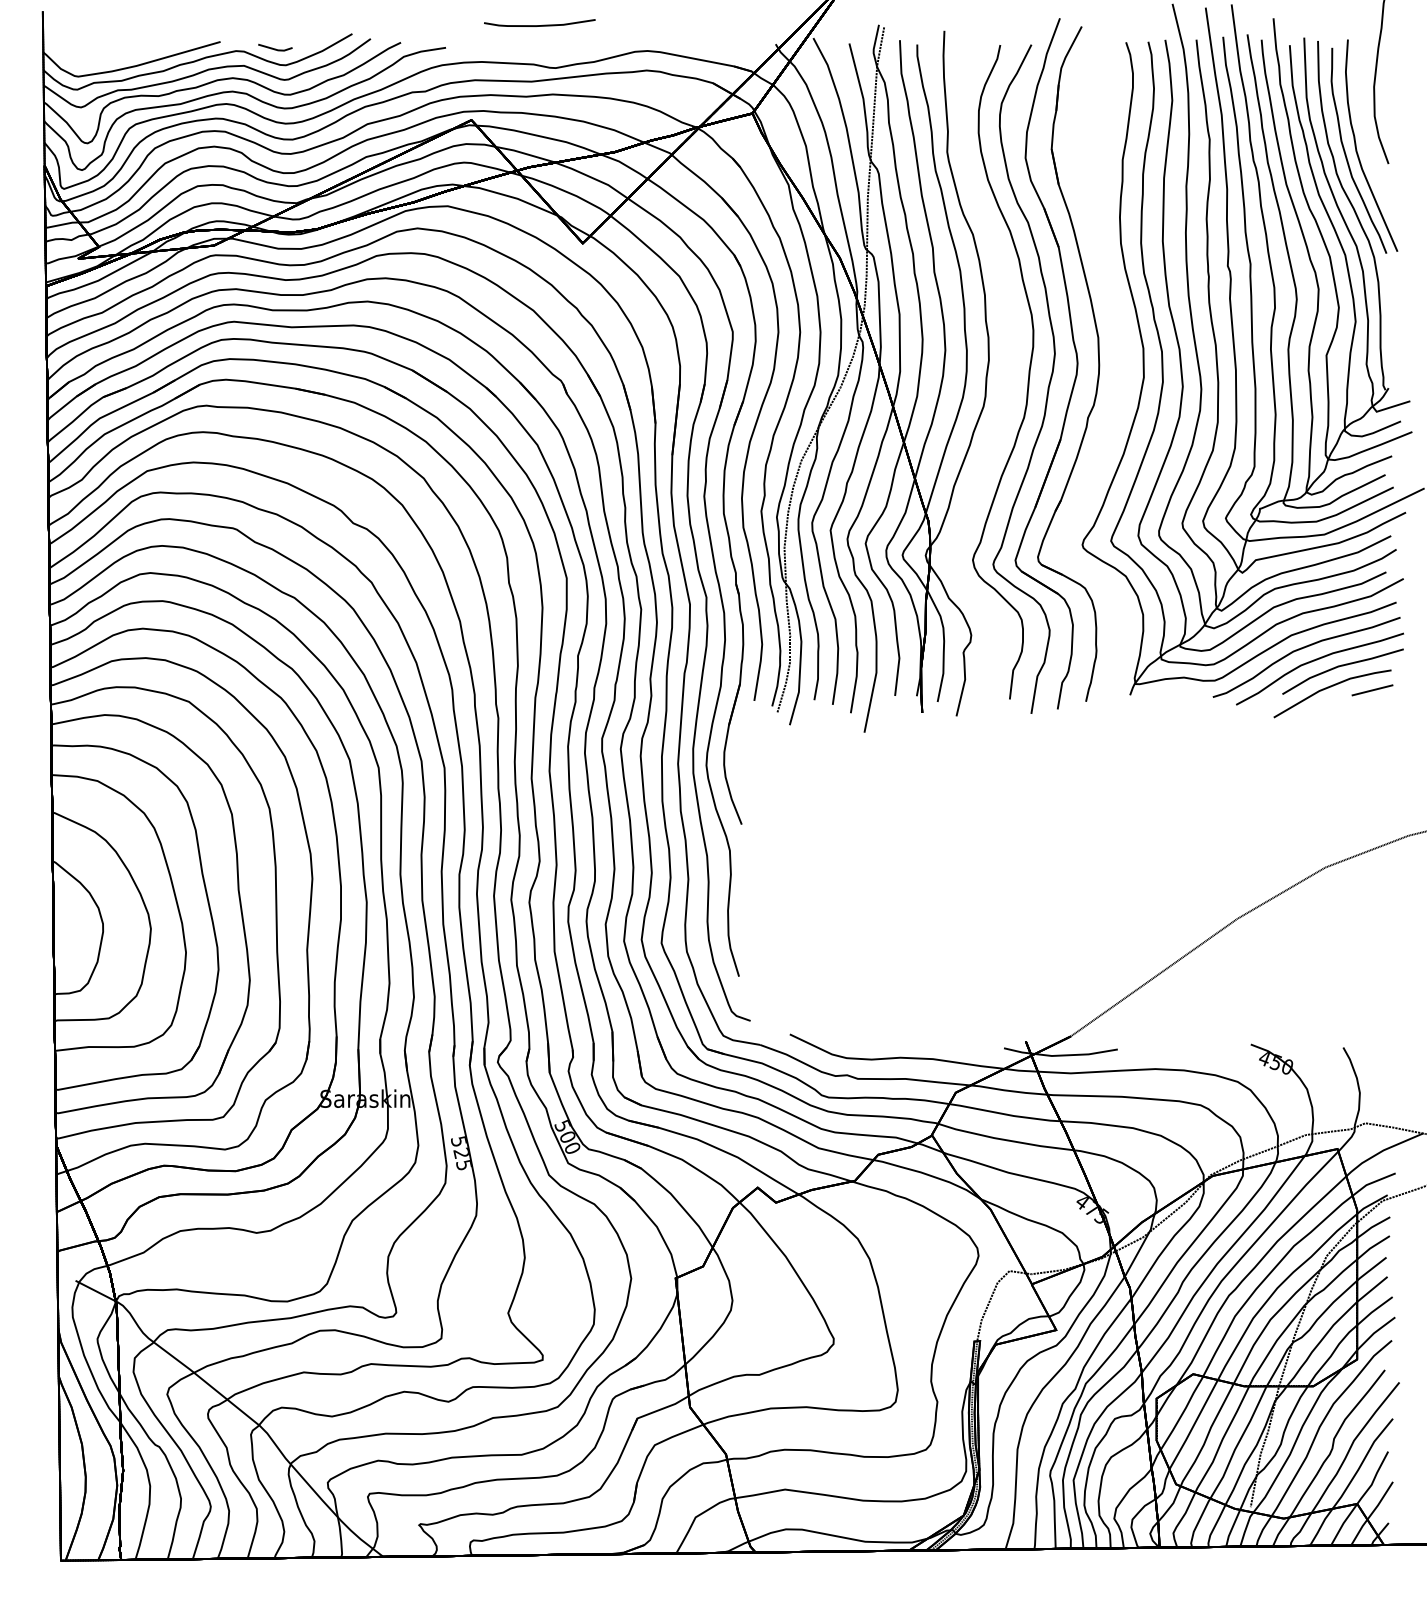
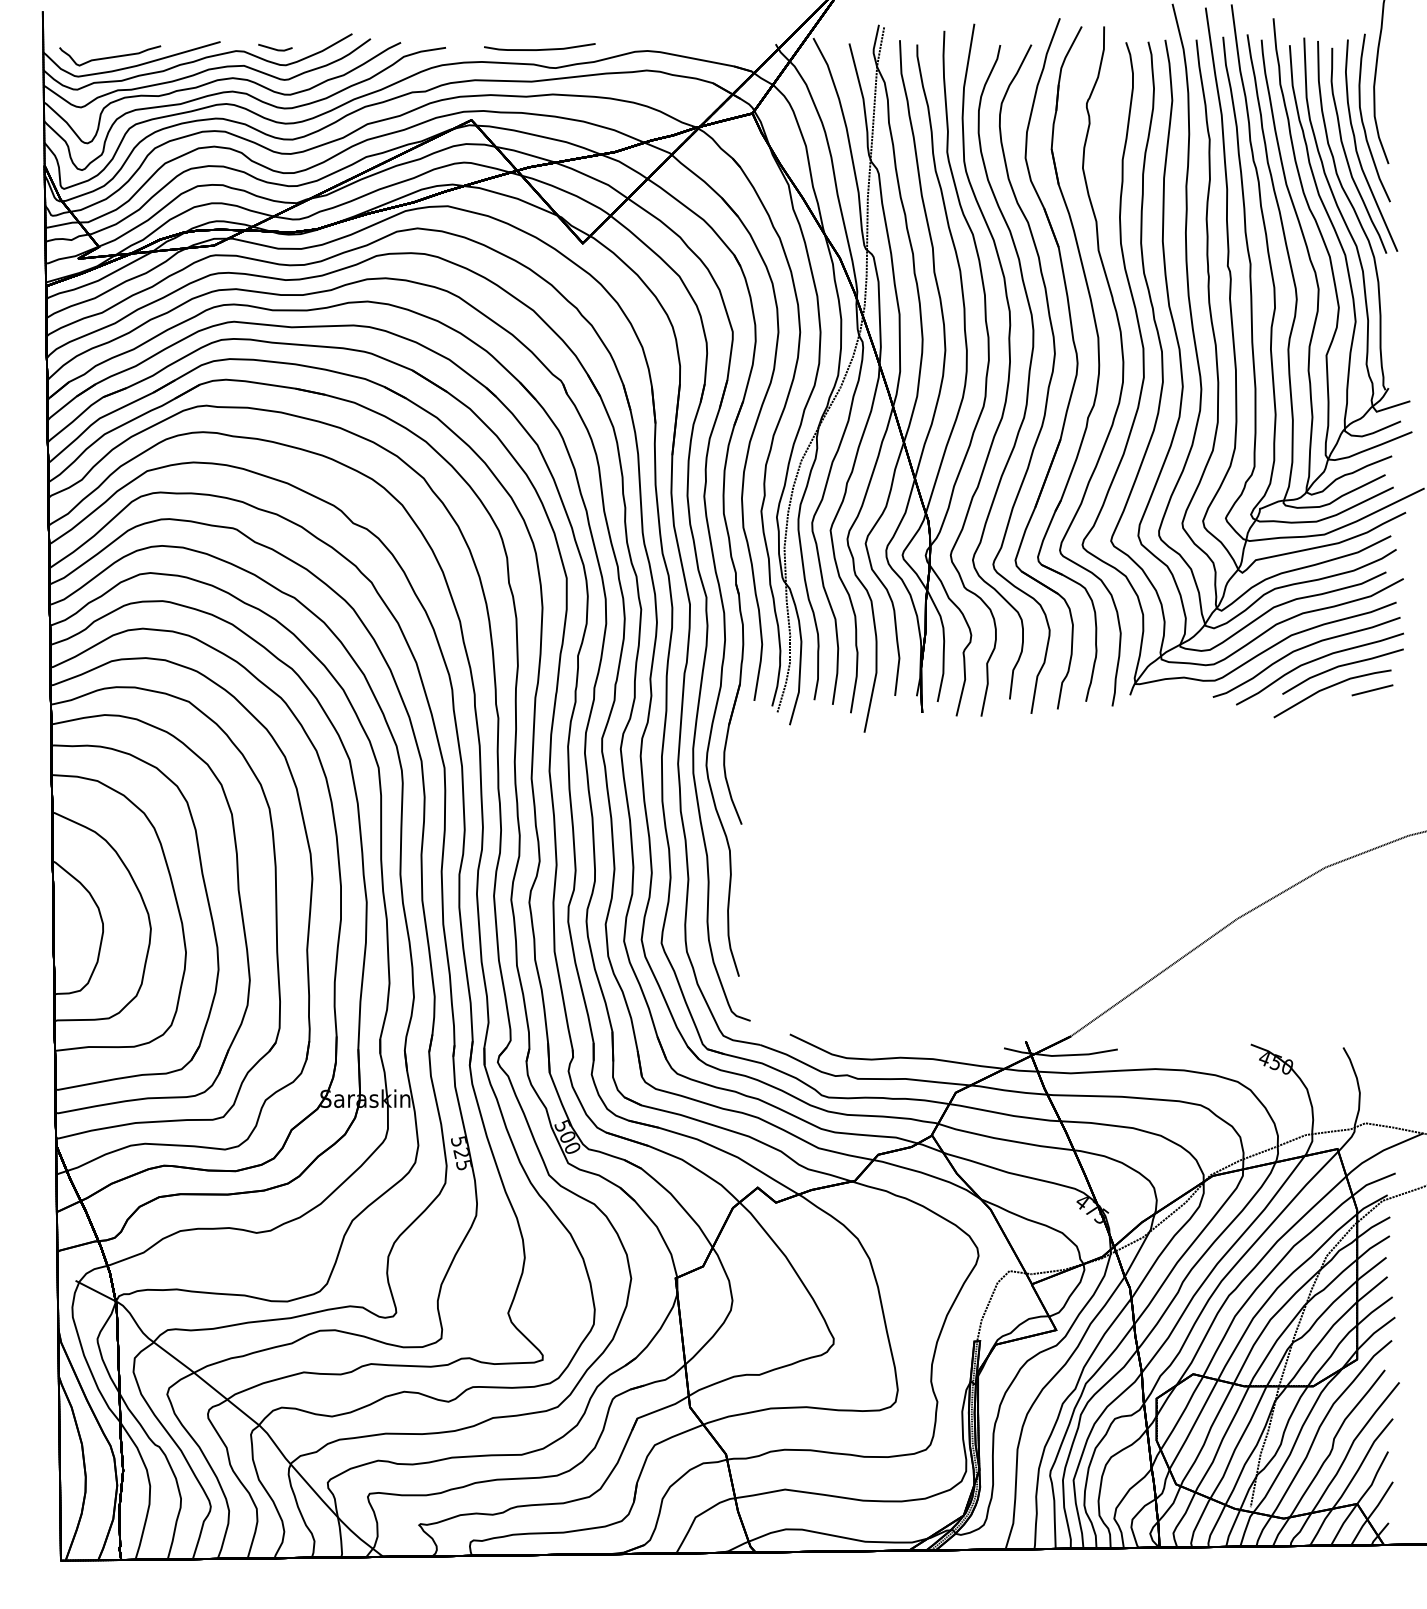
curve at (539, 25) position: (539, 25) -> (539, 49)
curve at (110, 56): none -> present
curve at (1363, 121): none -> present
curve at (1122, 366): none -> present
curve at (1008, 369): none -> present
